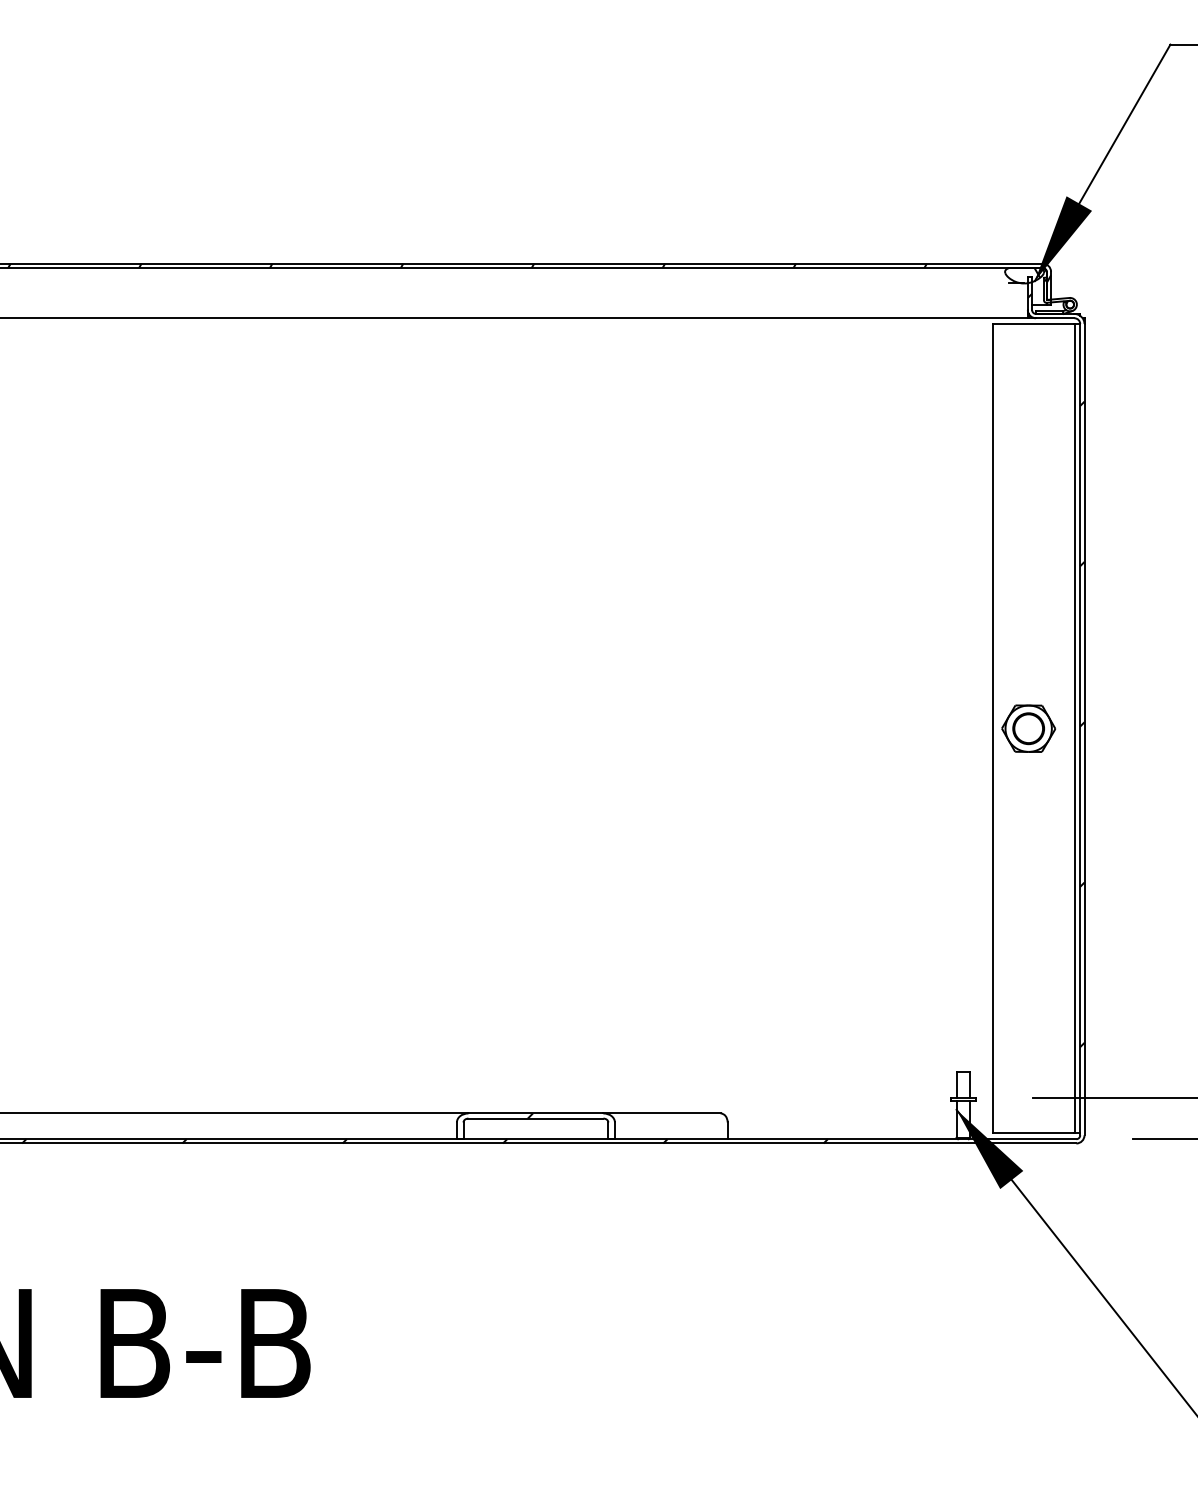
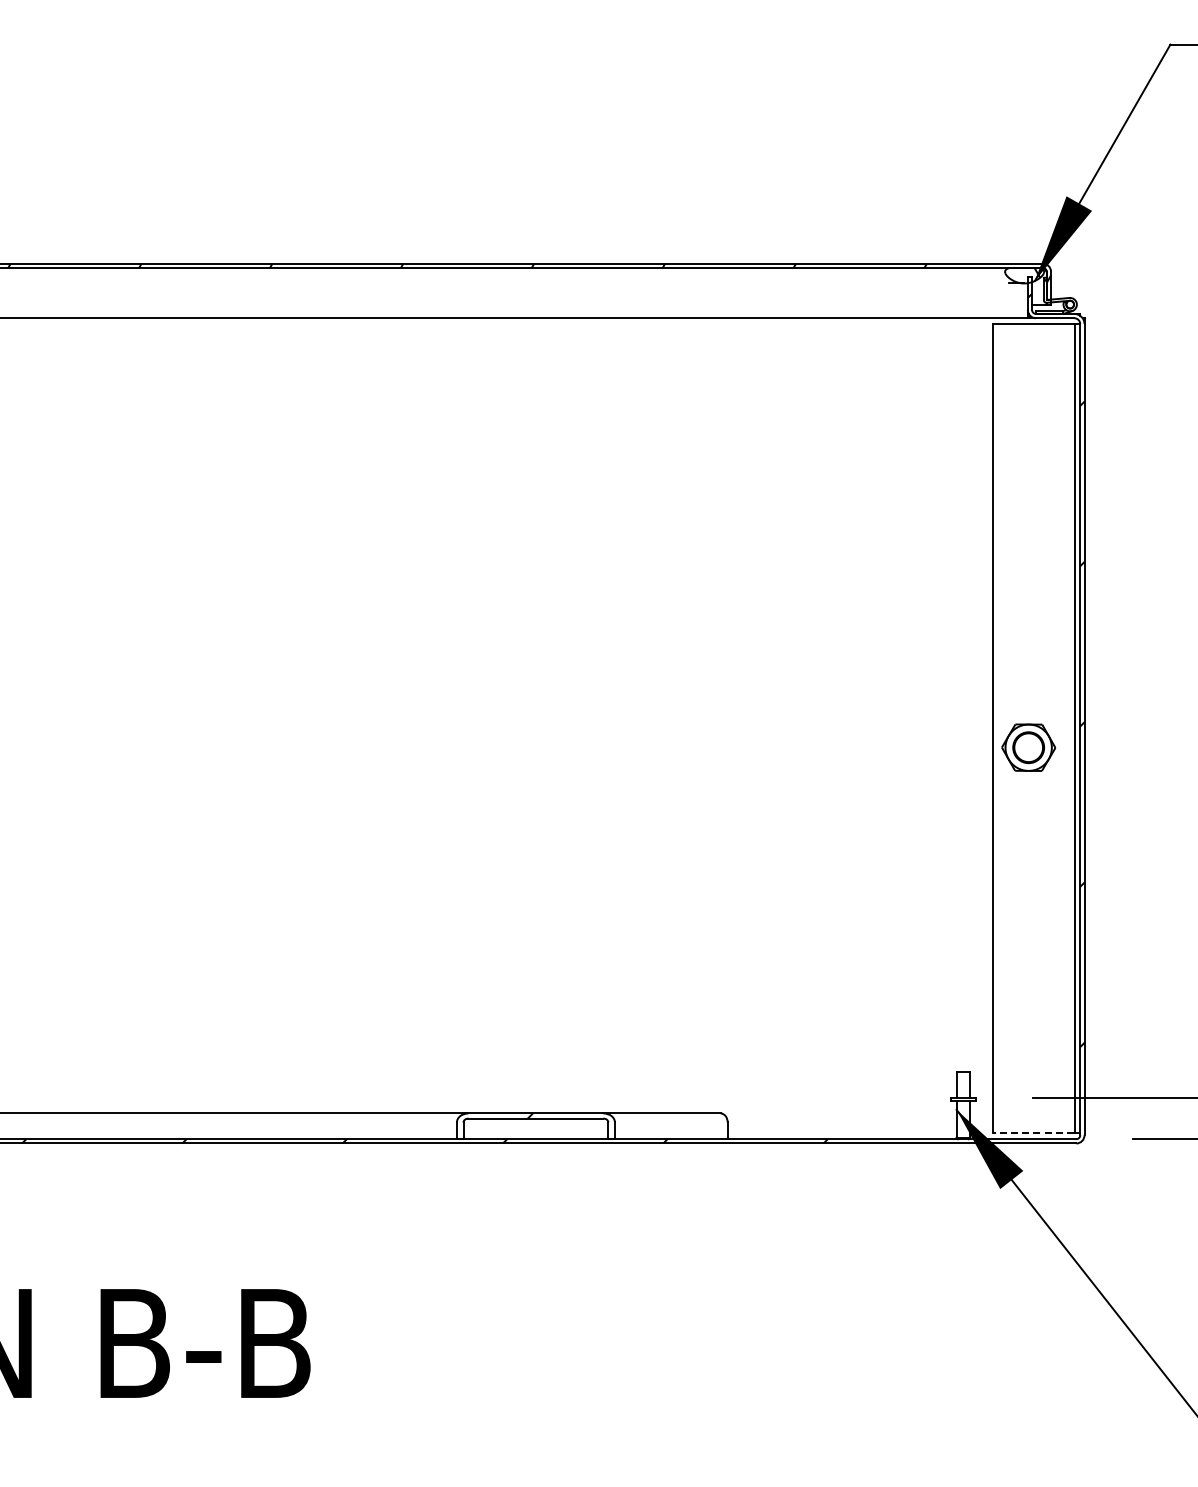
part at (1028, 728) position: (1028, 728) -> (1028, 747)
line at (1033, 1133): solid -> dashed
